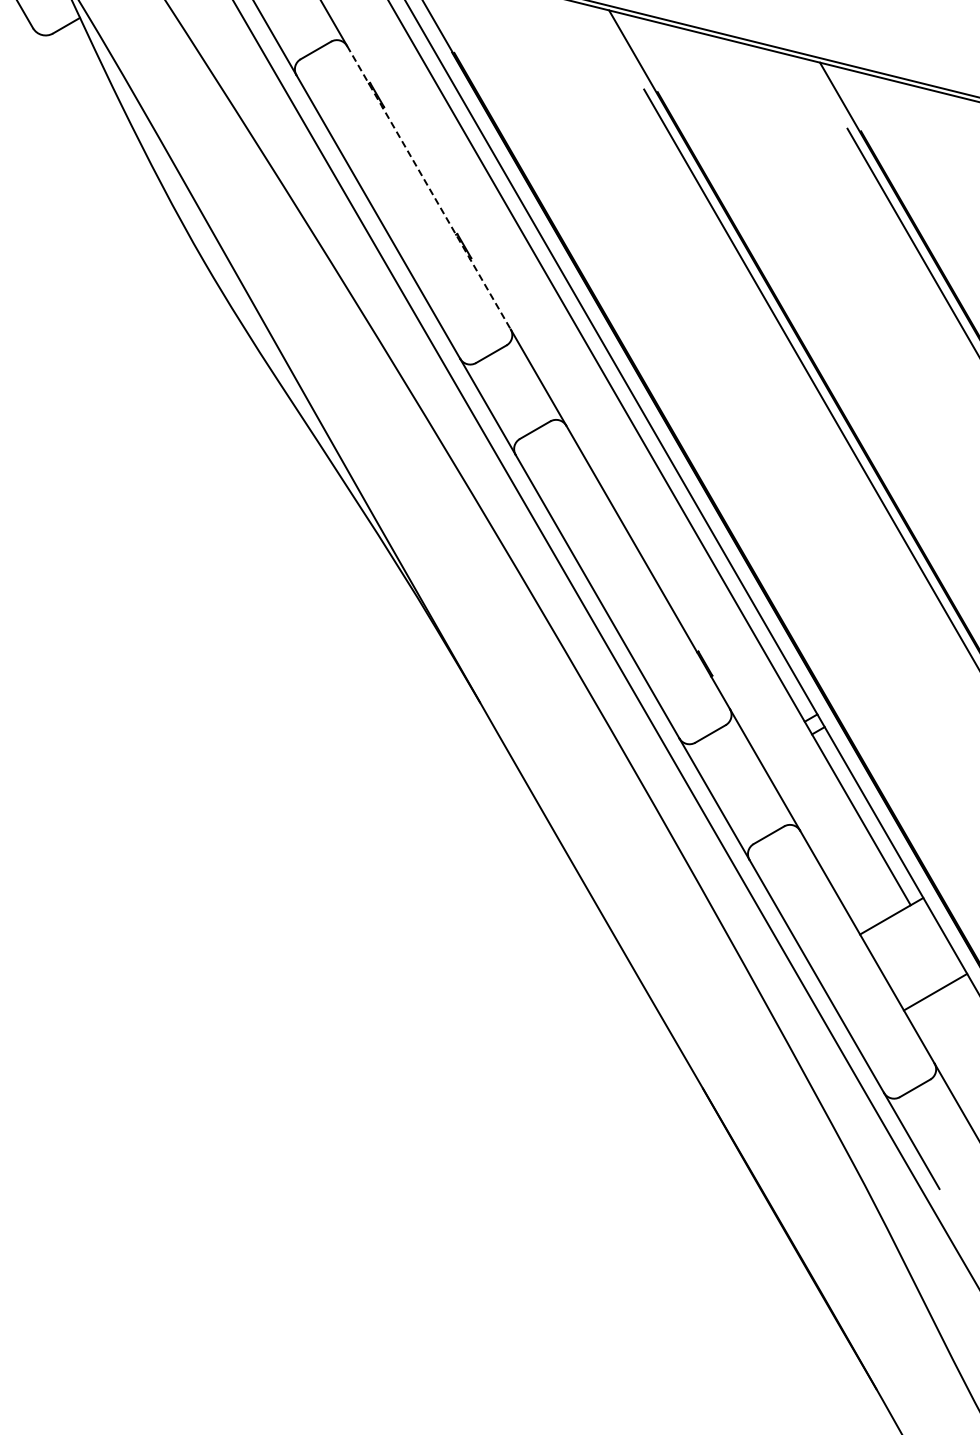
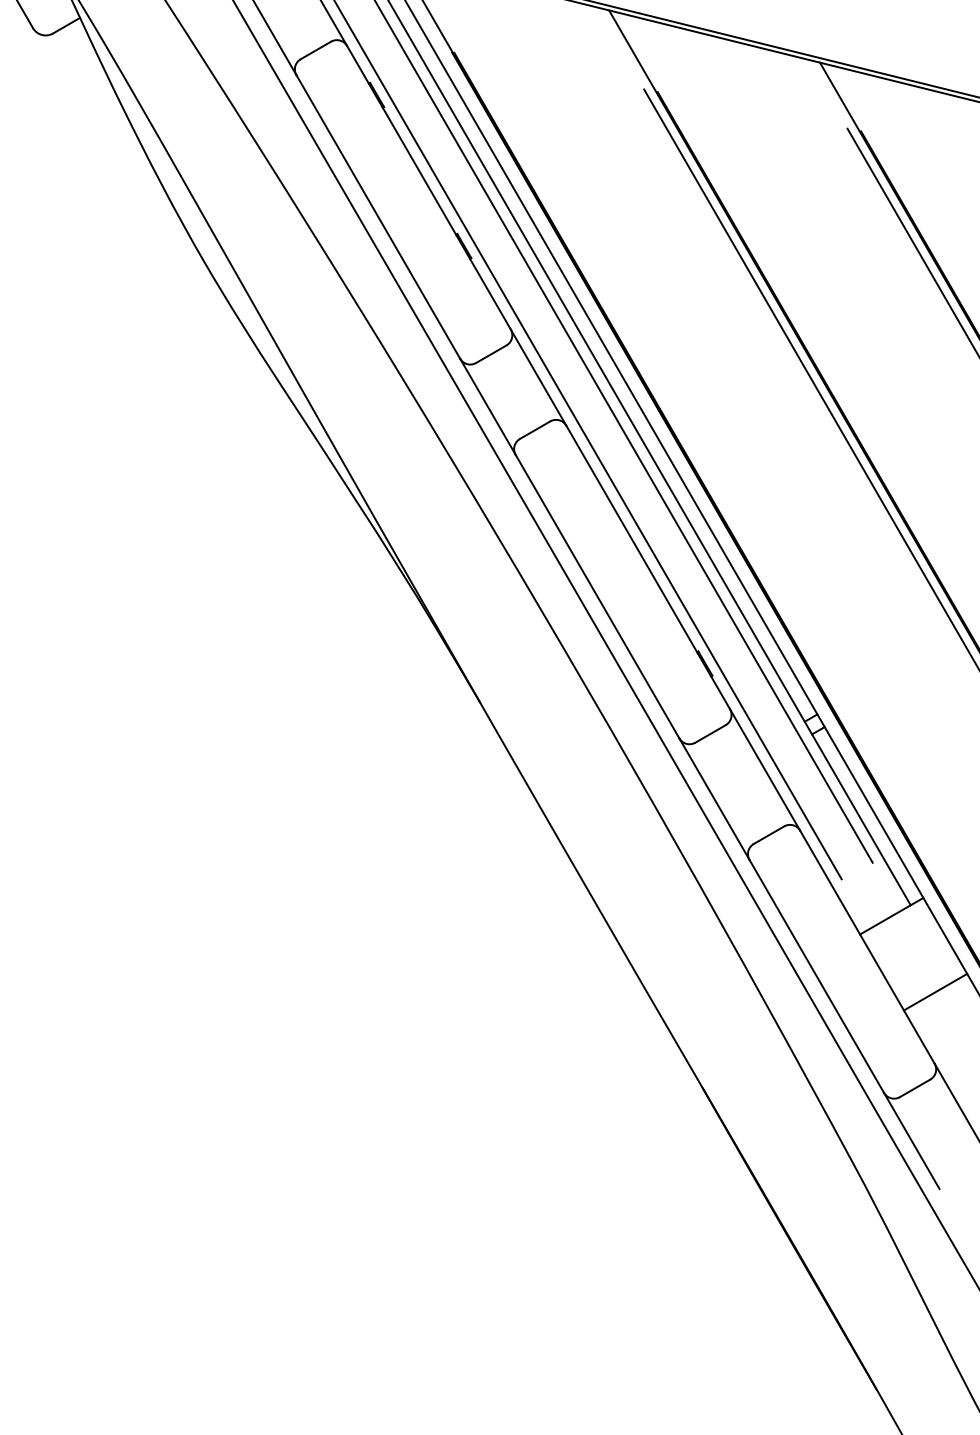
line at (428, 187): dashed -> solid
line at (623, 432): none -> present
line at (588, 440): none -> present
